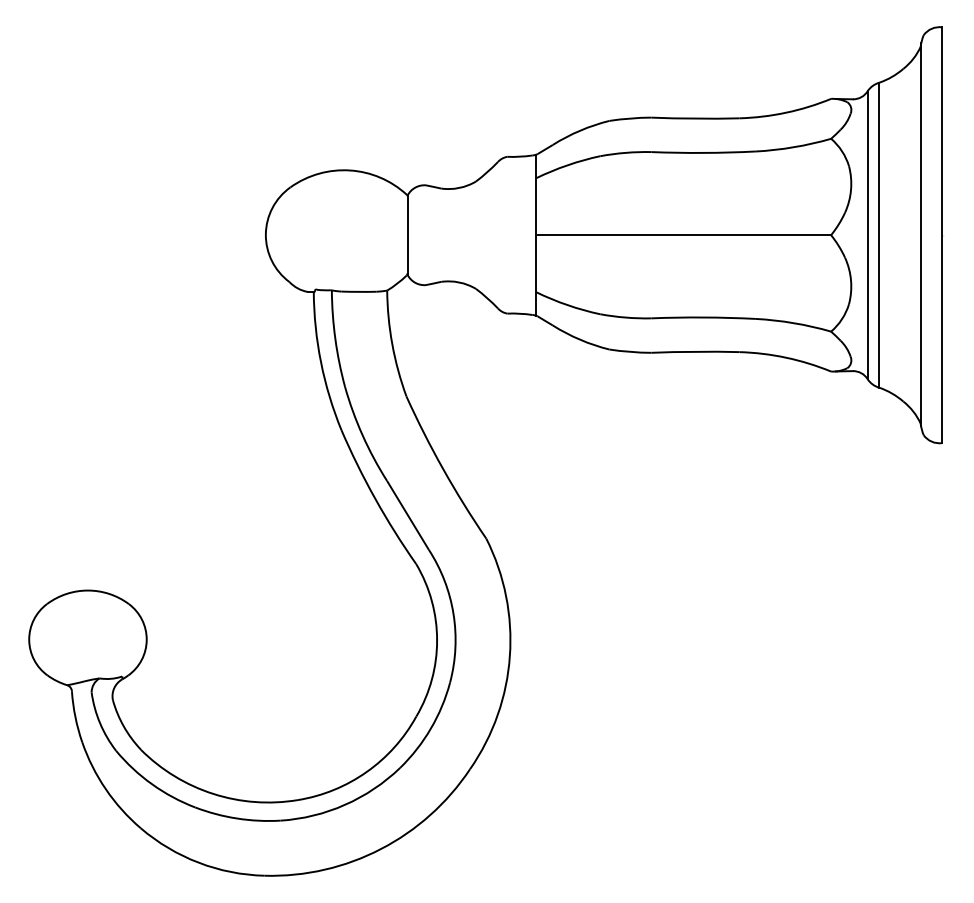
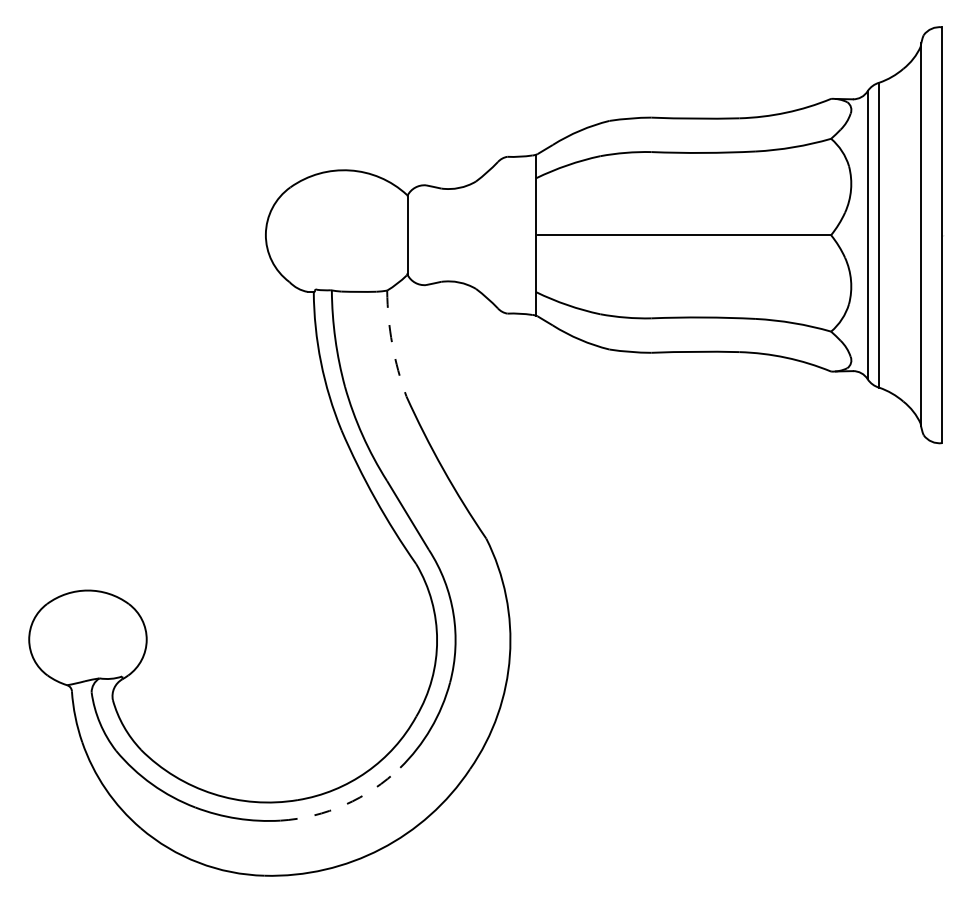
arc at (392, 344): solid -> dashed
arc at (345, 804): solid -> dashed
